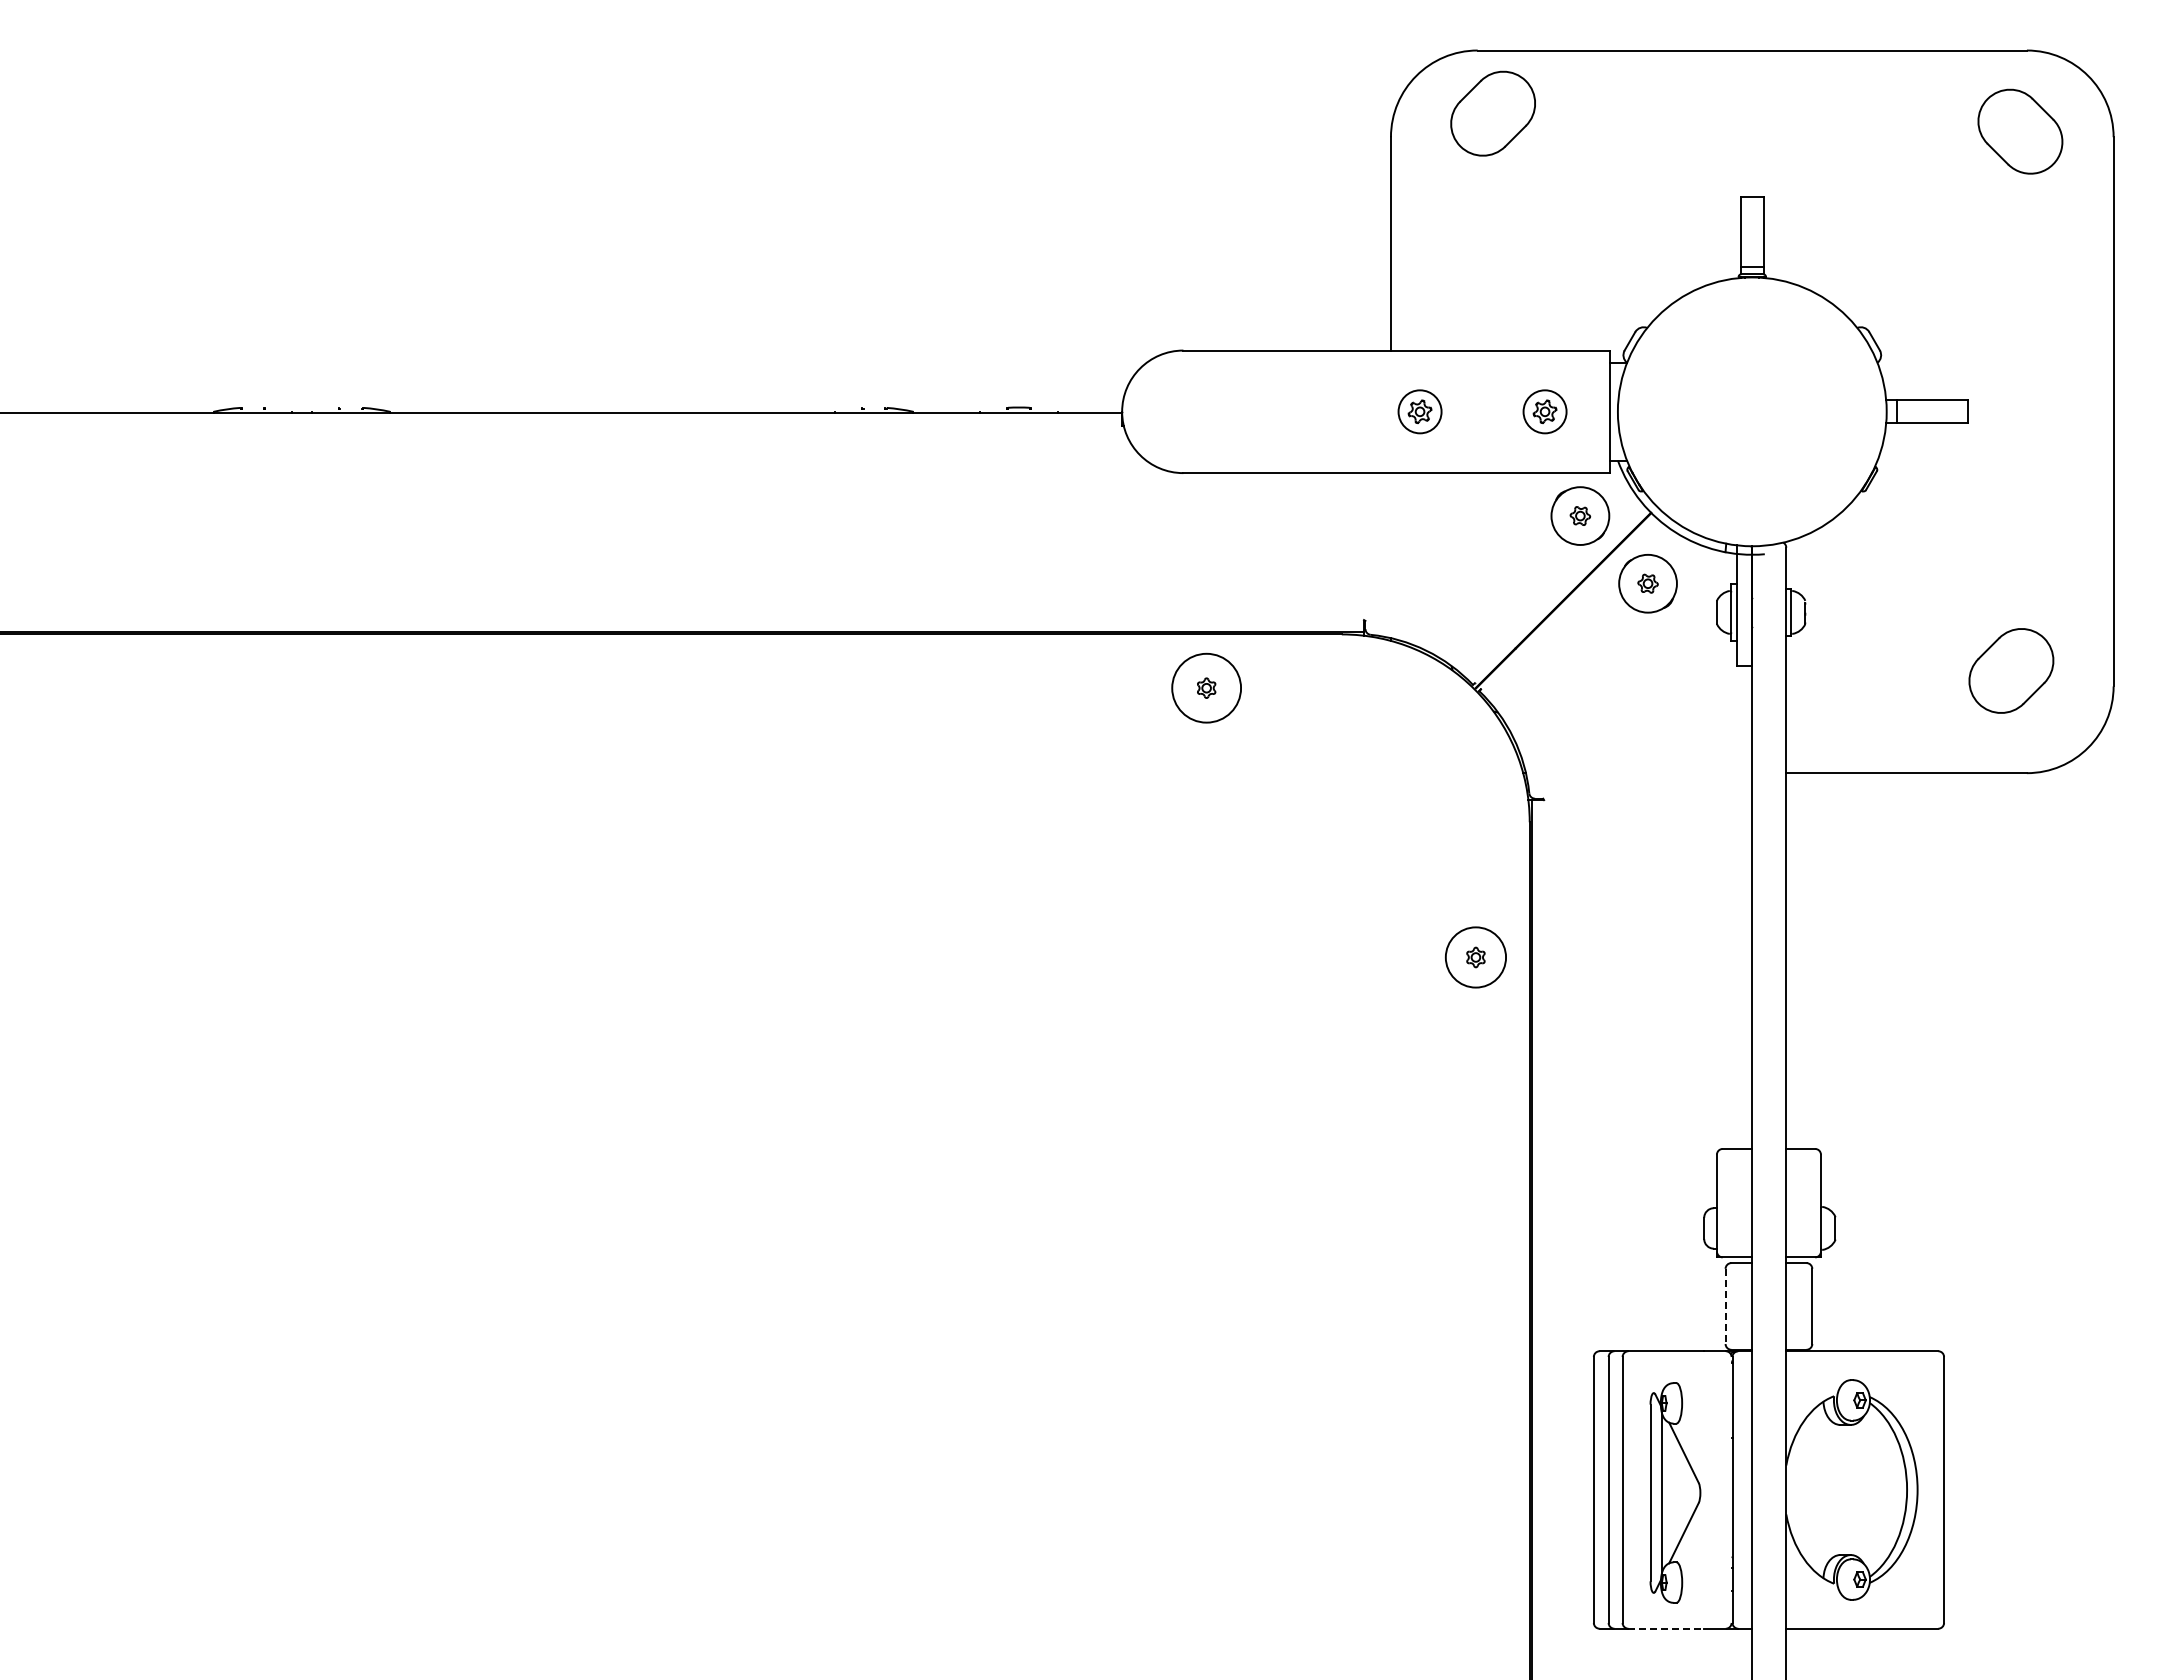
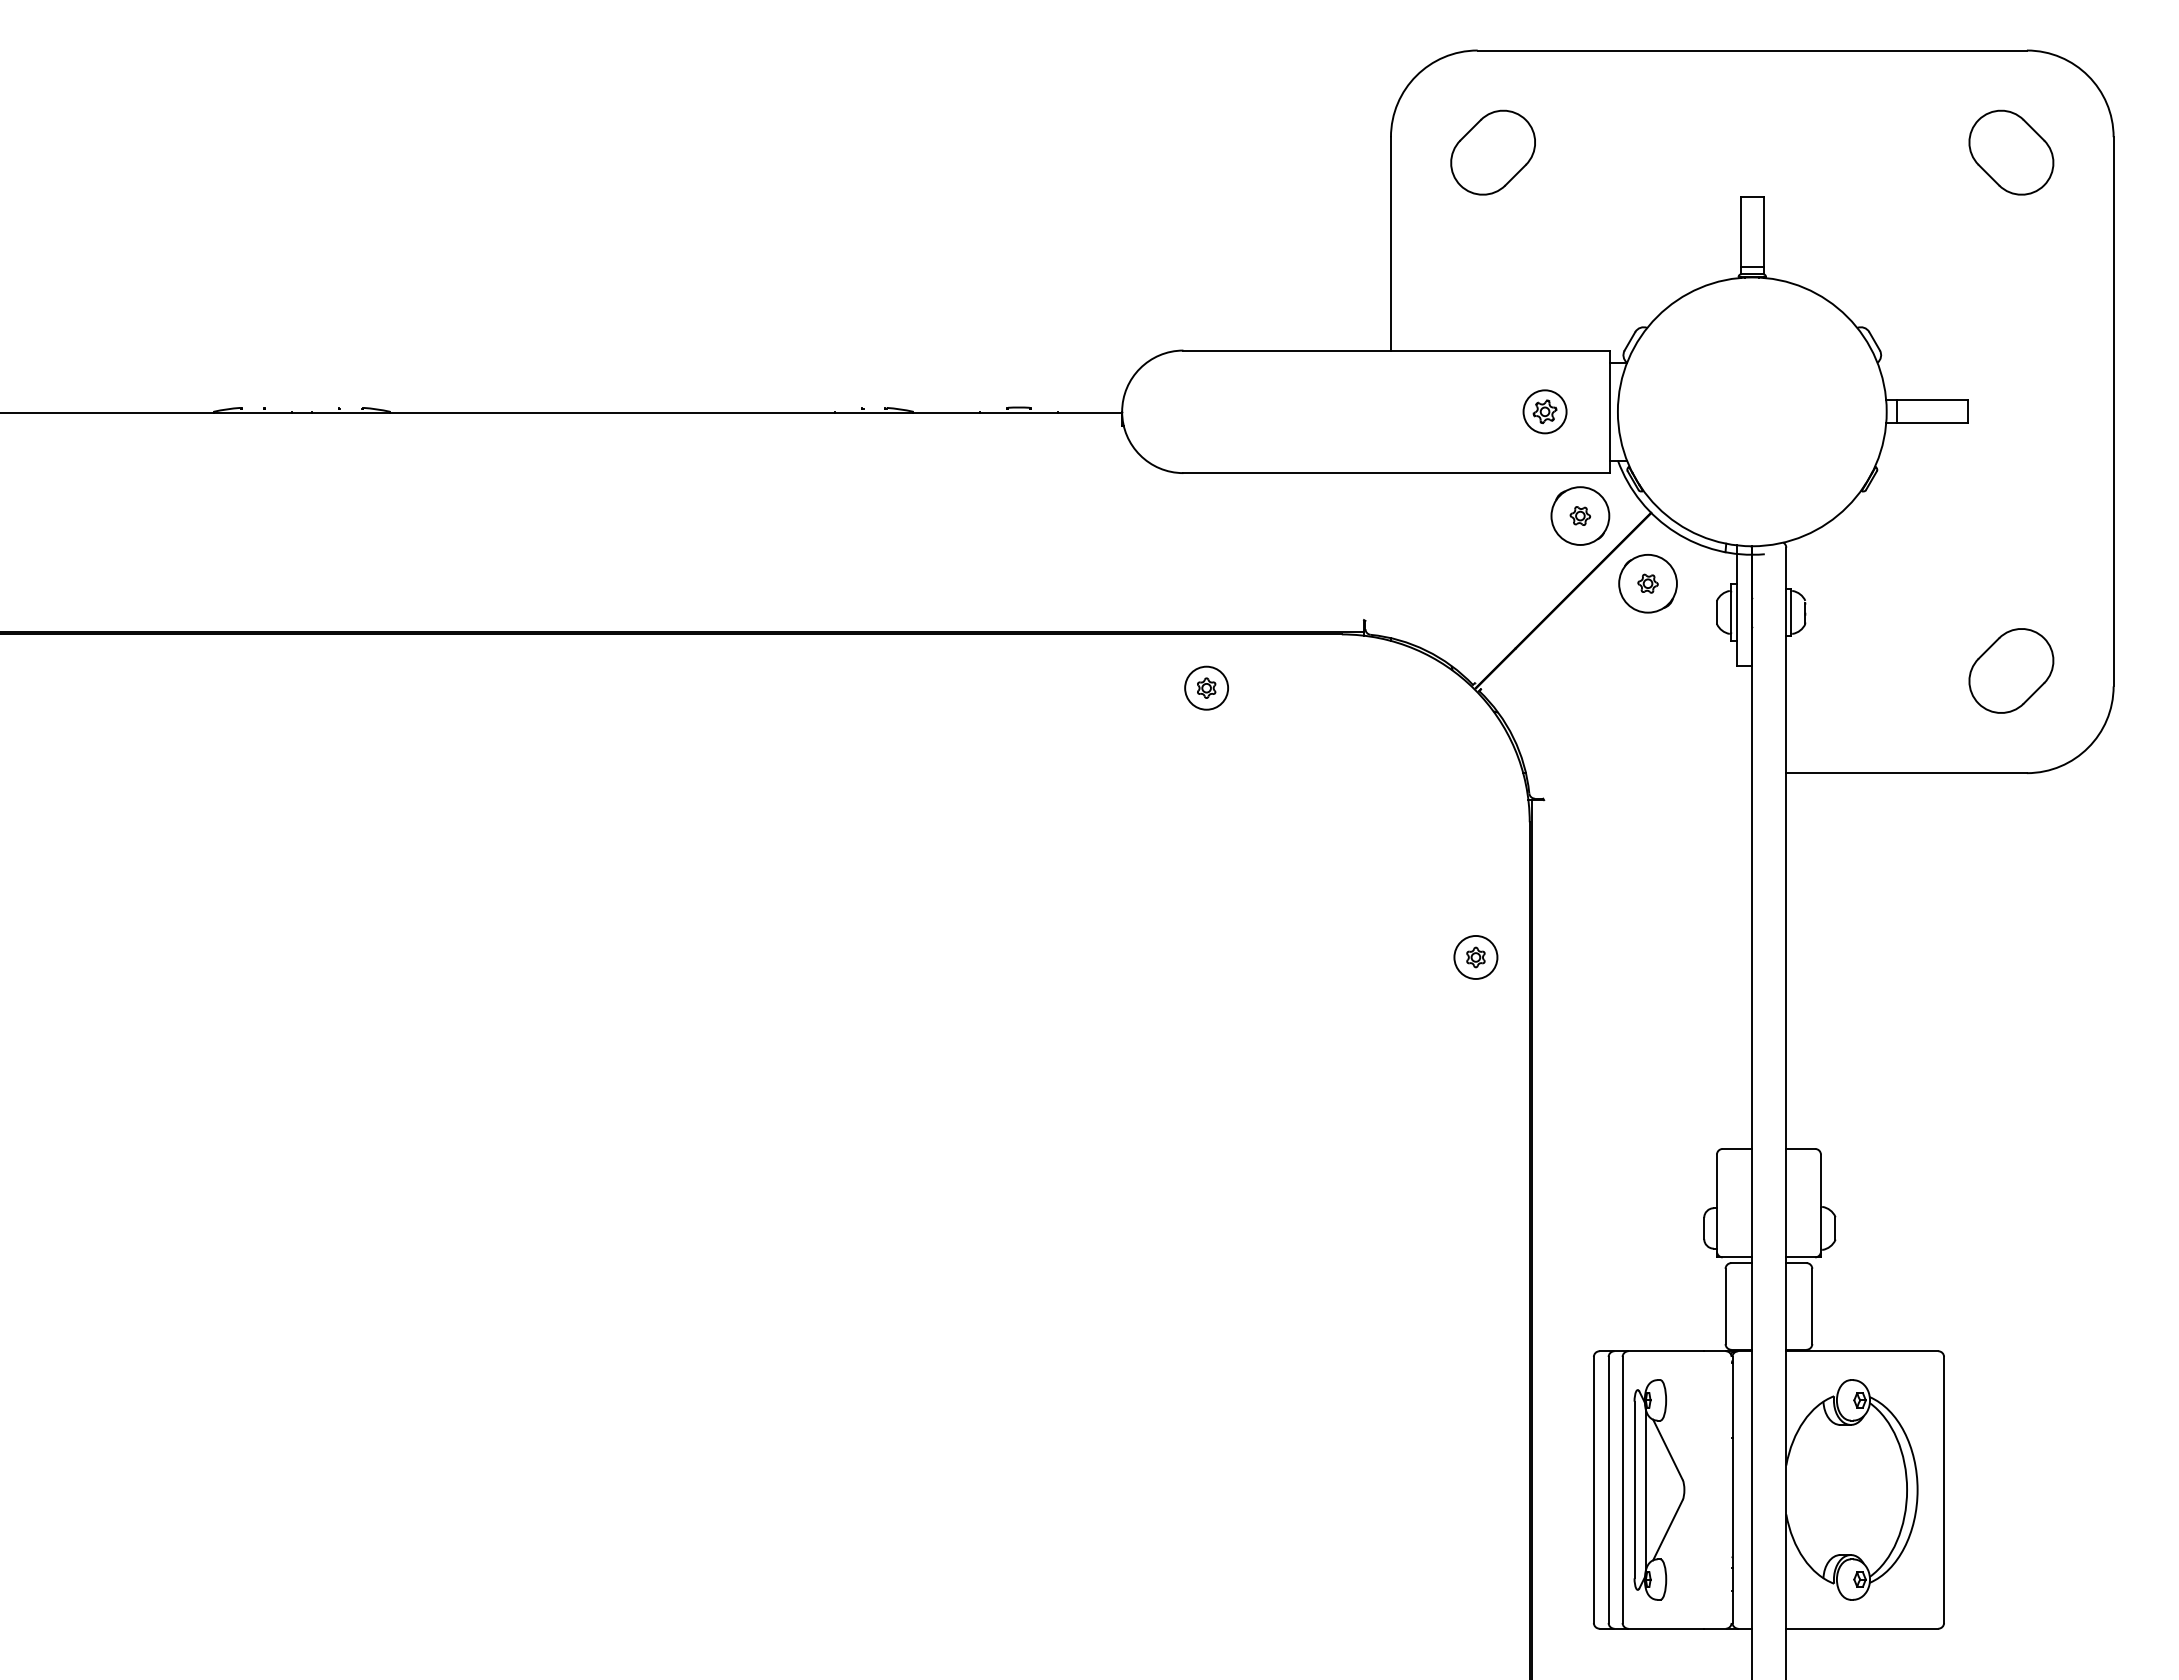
part at (1492, 113) position: (1492, 113) -> (1492, 152)
part at (2020, 131) position: (2020, 131) -> (2011, 152)
part at (1419, 411): present -> none
circle at (1206, 687) diameter: 69 px -> 43 px
circle at (1475, 957) diameter: 60 px -> 43 px
line at (1725, 1306): dashed -> solid
part at (1675, 1492) position: (1675, 1492) -> (1659, 1489)
line at (1666, 1628): dashed -> solid
